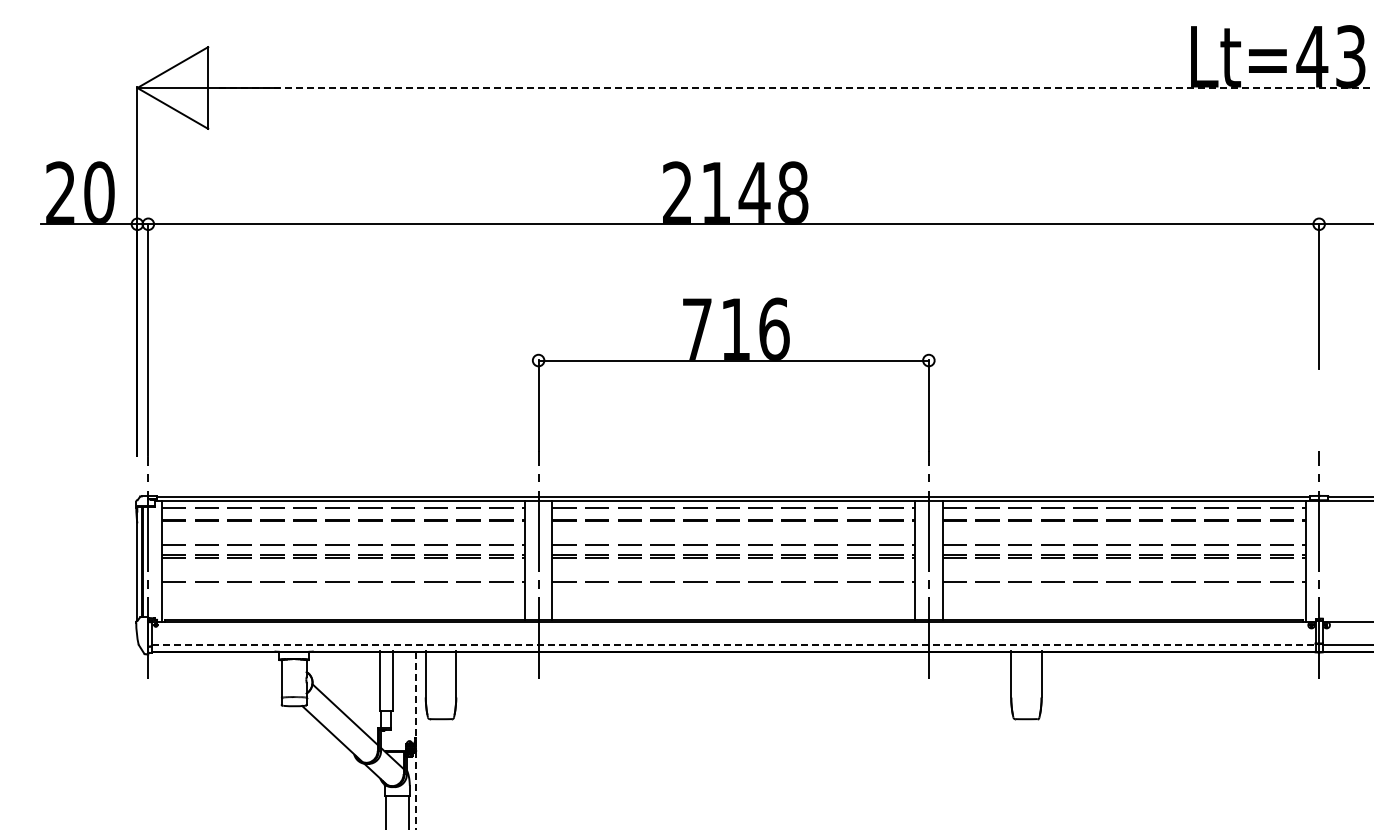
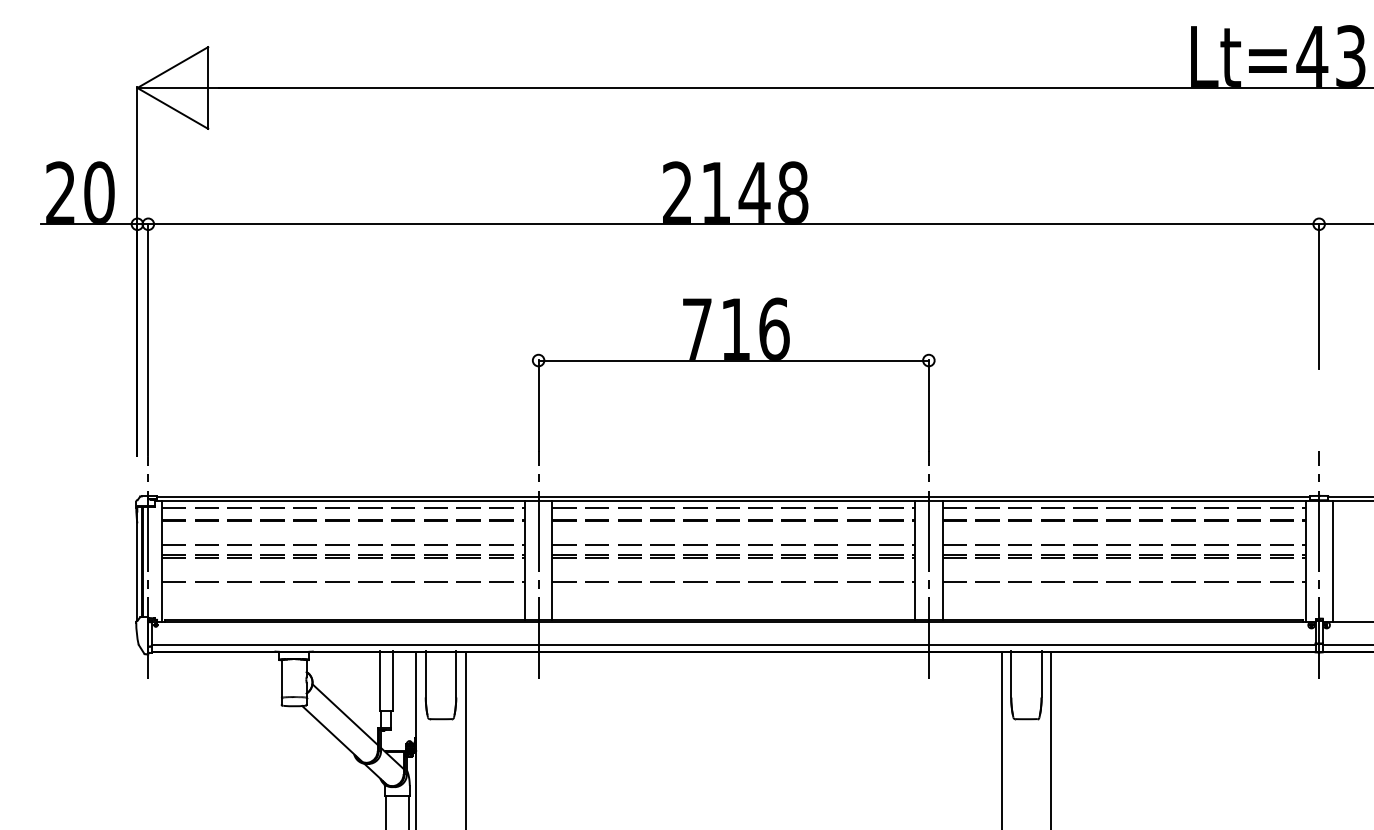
line at (796, 88): dashed -> solid
line at (1332, 560): none -> present
line at (733, 645): dashed -> solid
line at (465, 738): none -> present
line at (1001, 738): none -> present
line at (1051, 738): none -> present
line at (416, 740): dashed -> solid
